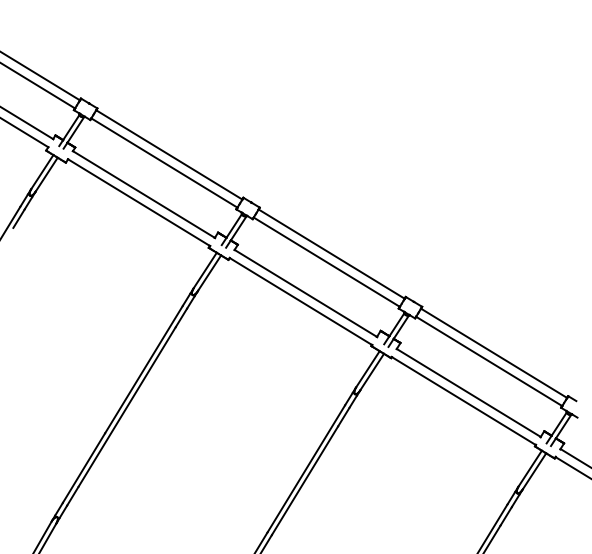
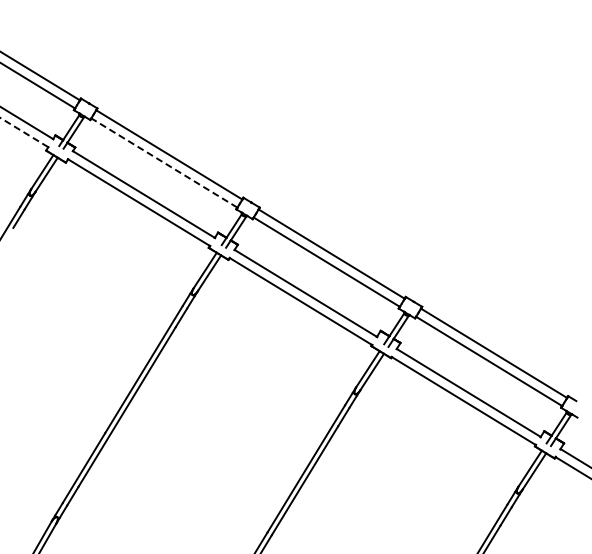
line at (24, 132): solid -> dashed
line at (164, 163): solid -> dashed
